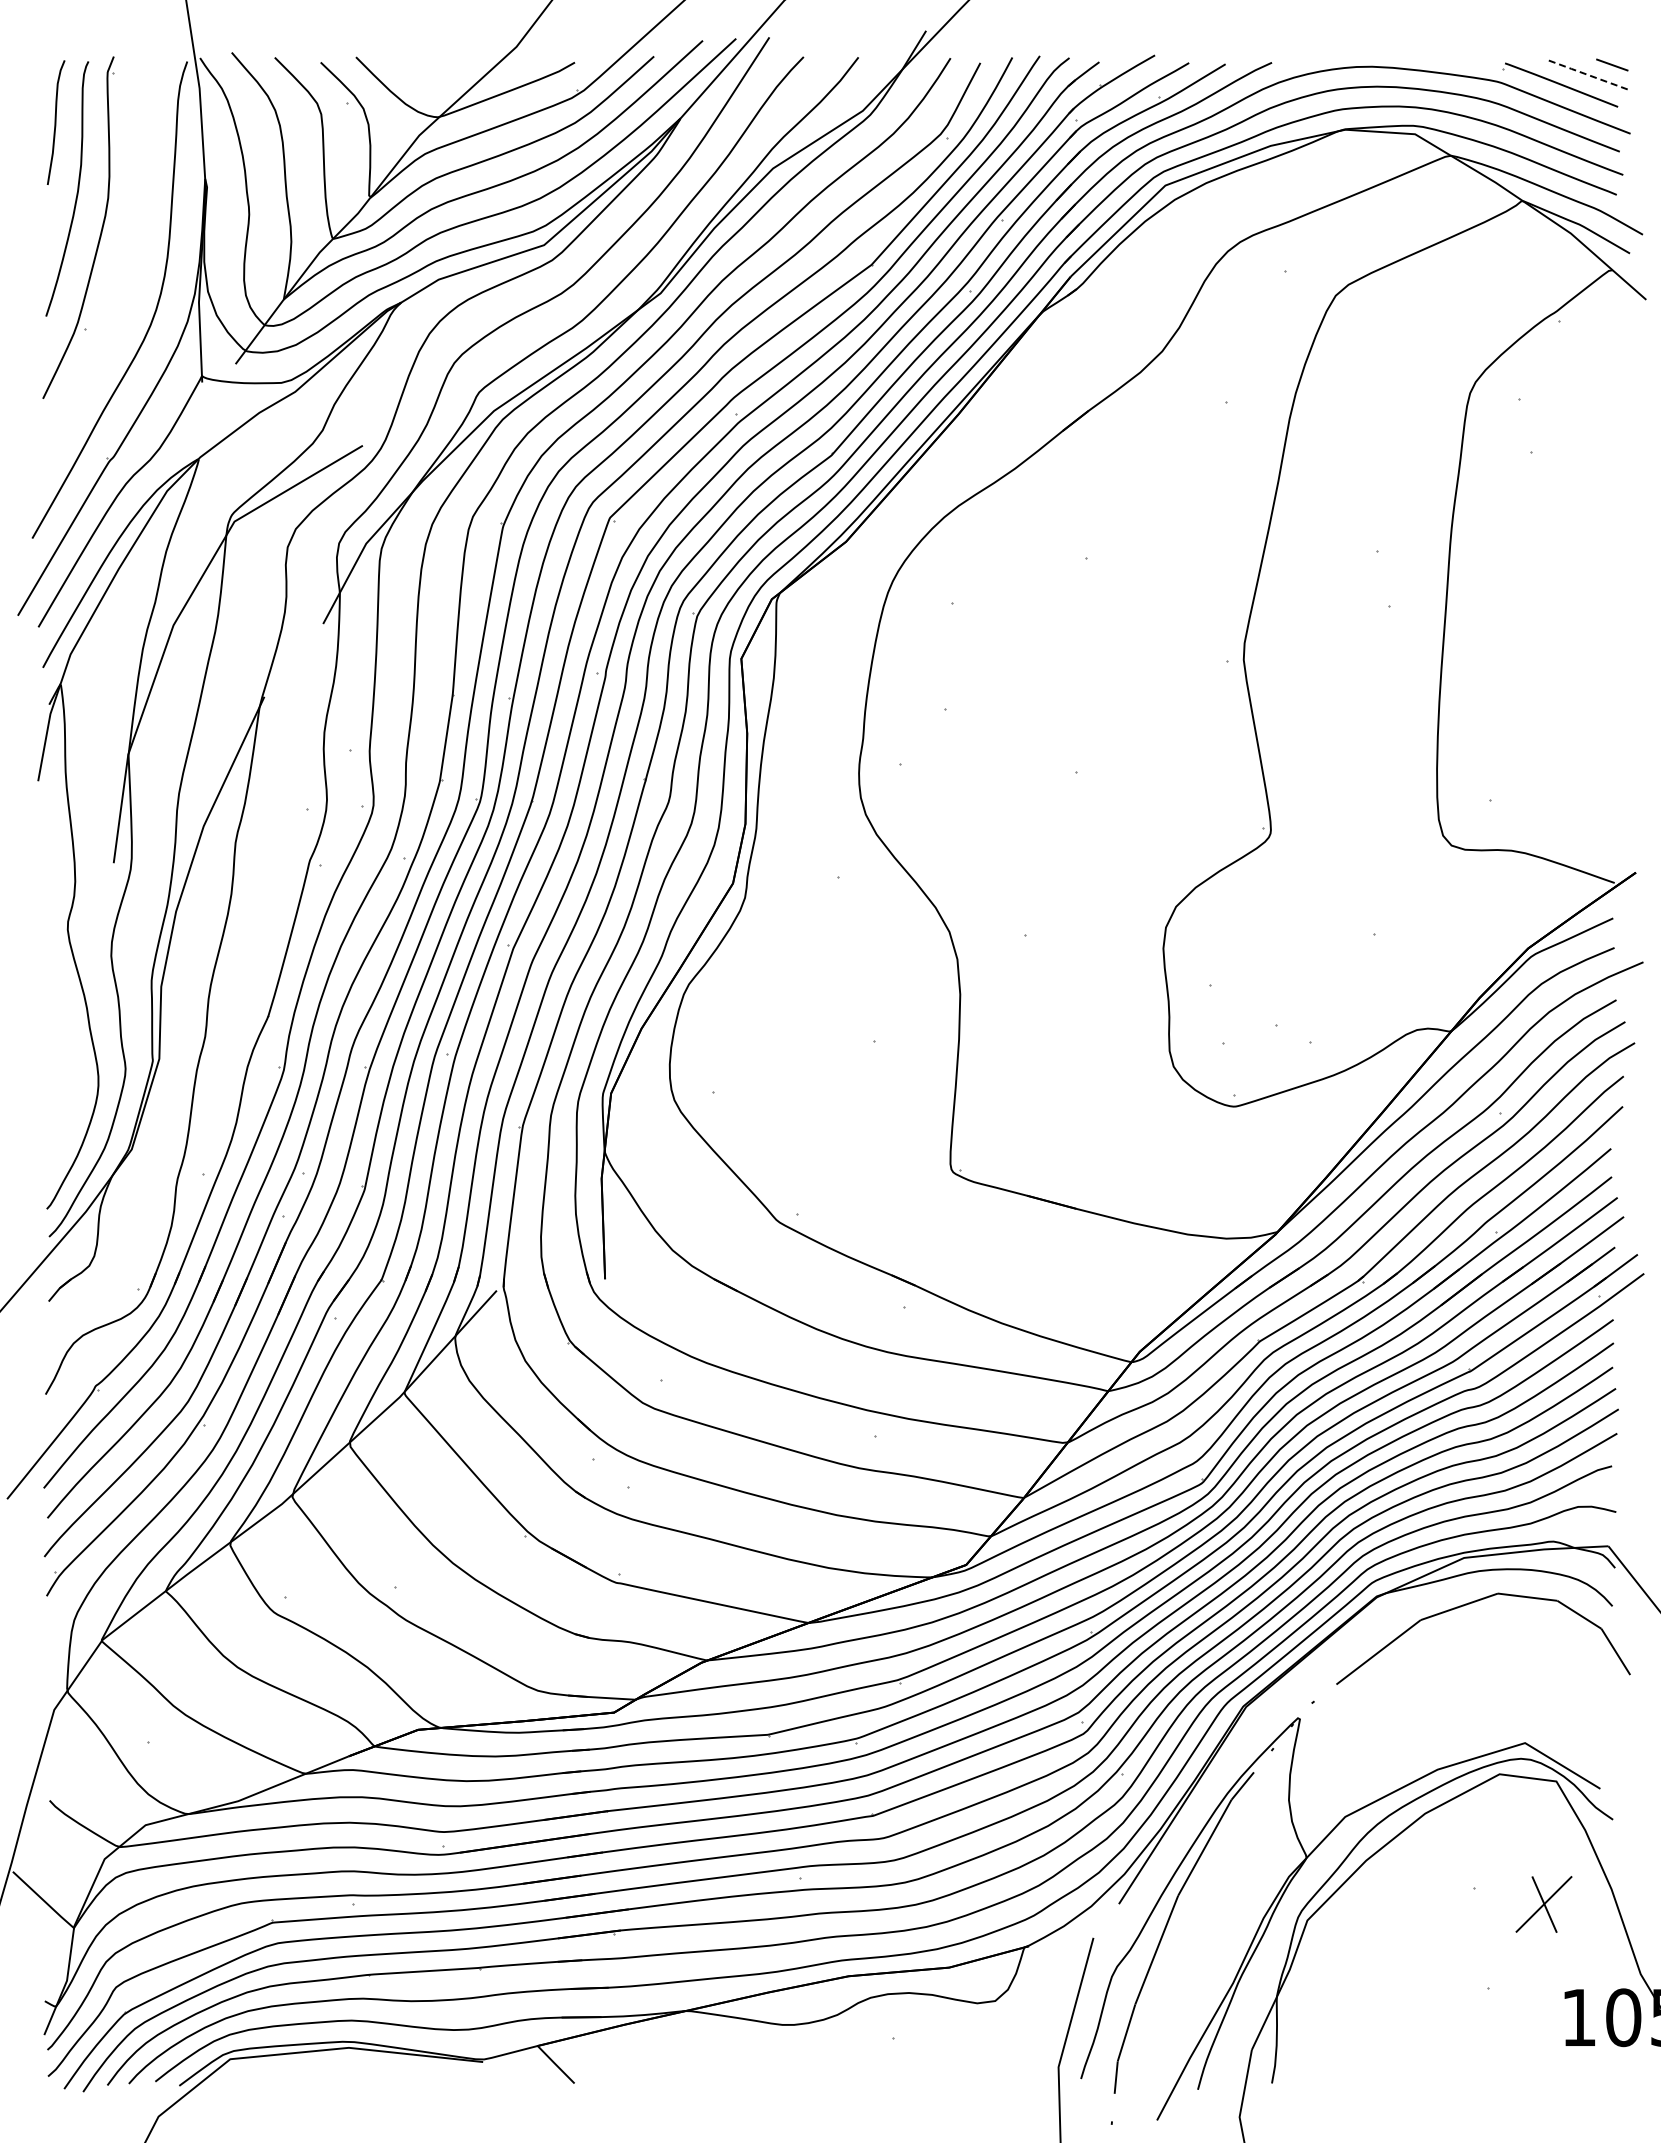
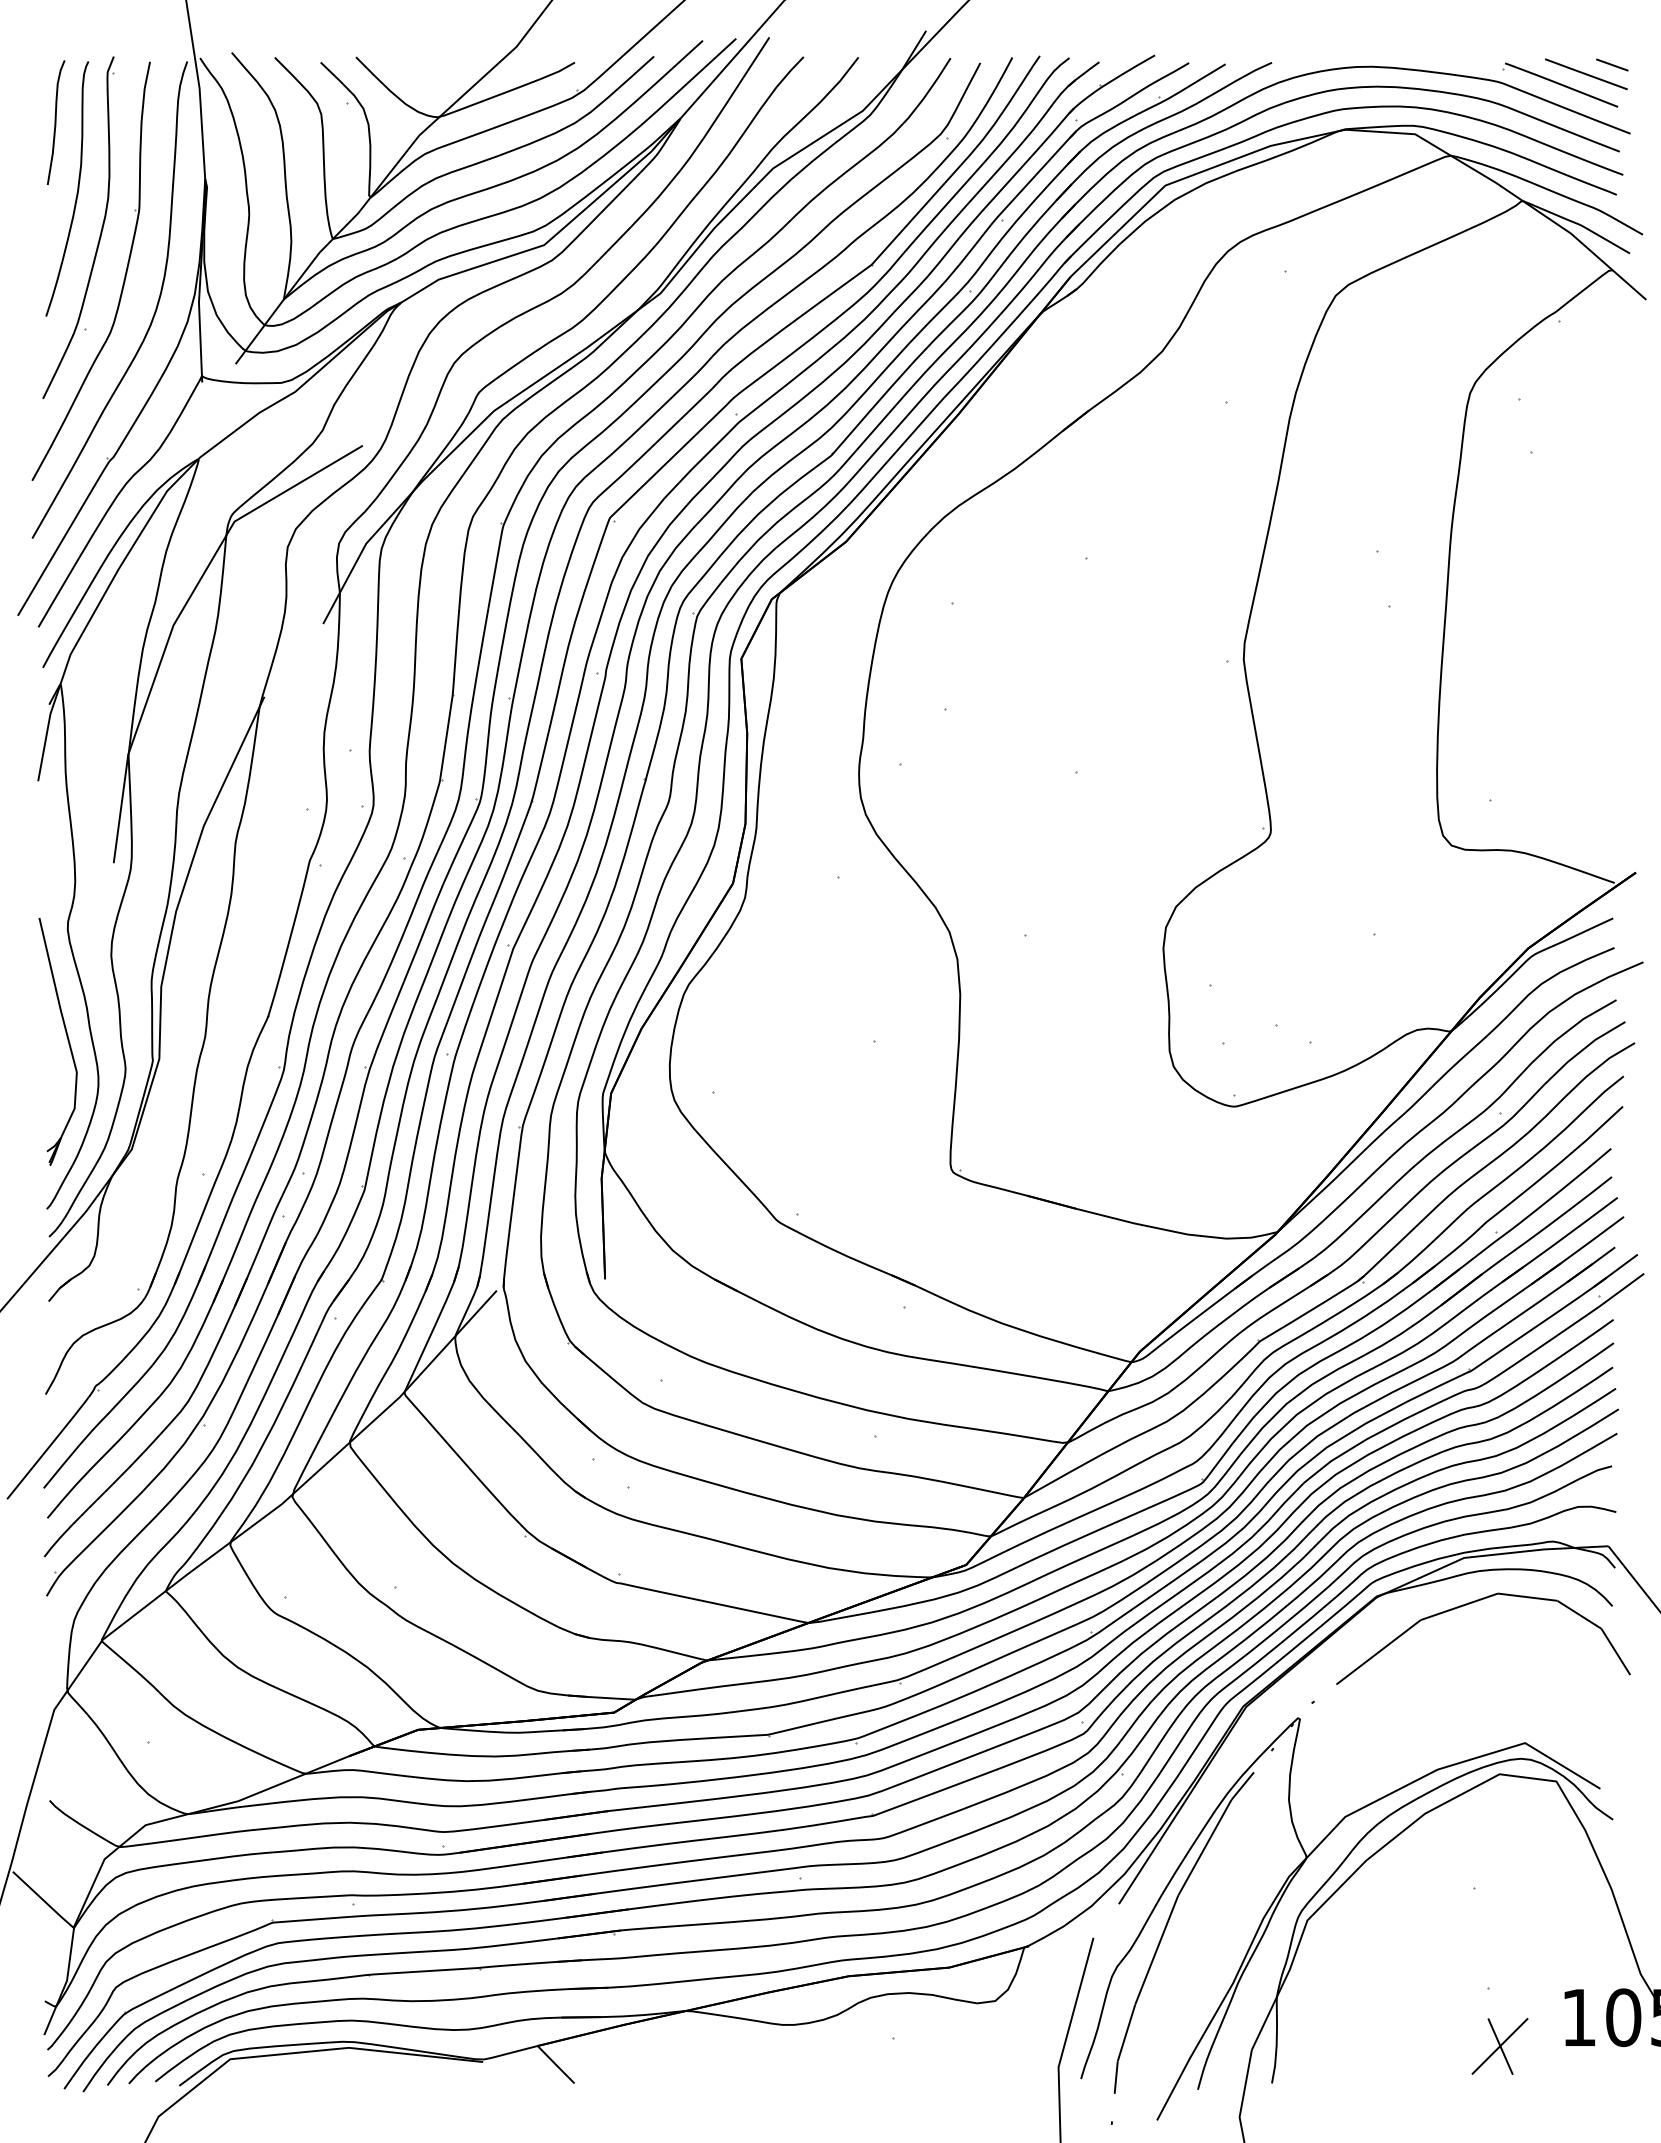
line at (1585, 74): dashed -> solid
part at (124, 275): none -> present
part at (66, 1037): none -> present
part at (1543, 1904) position: (1543, 1904) -> (1499, 2046)
